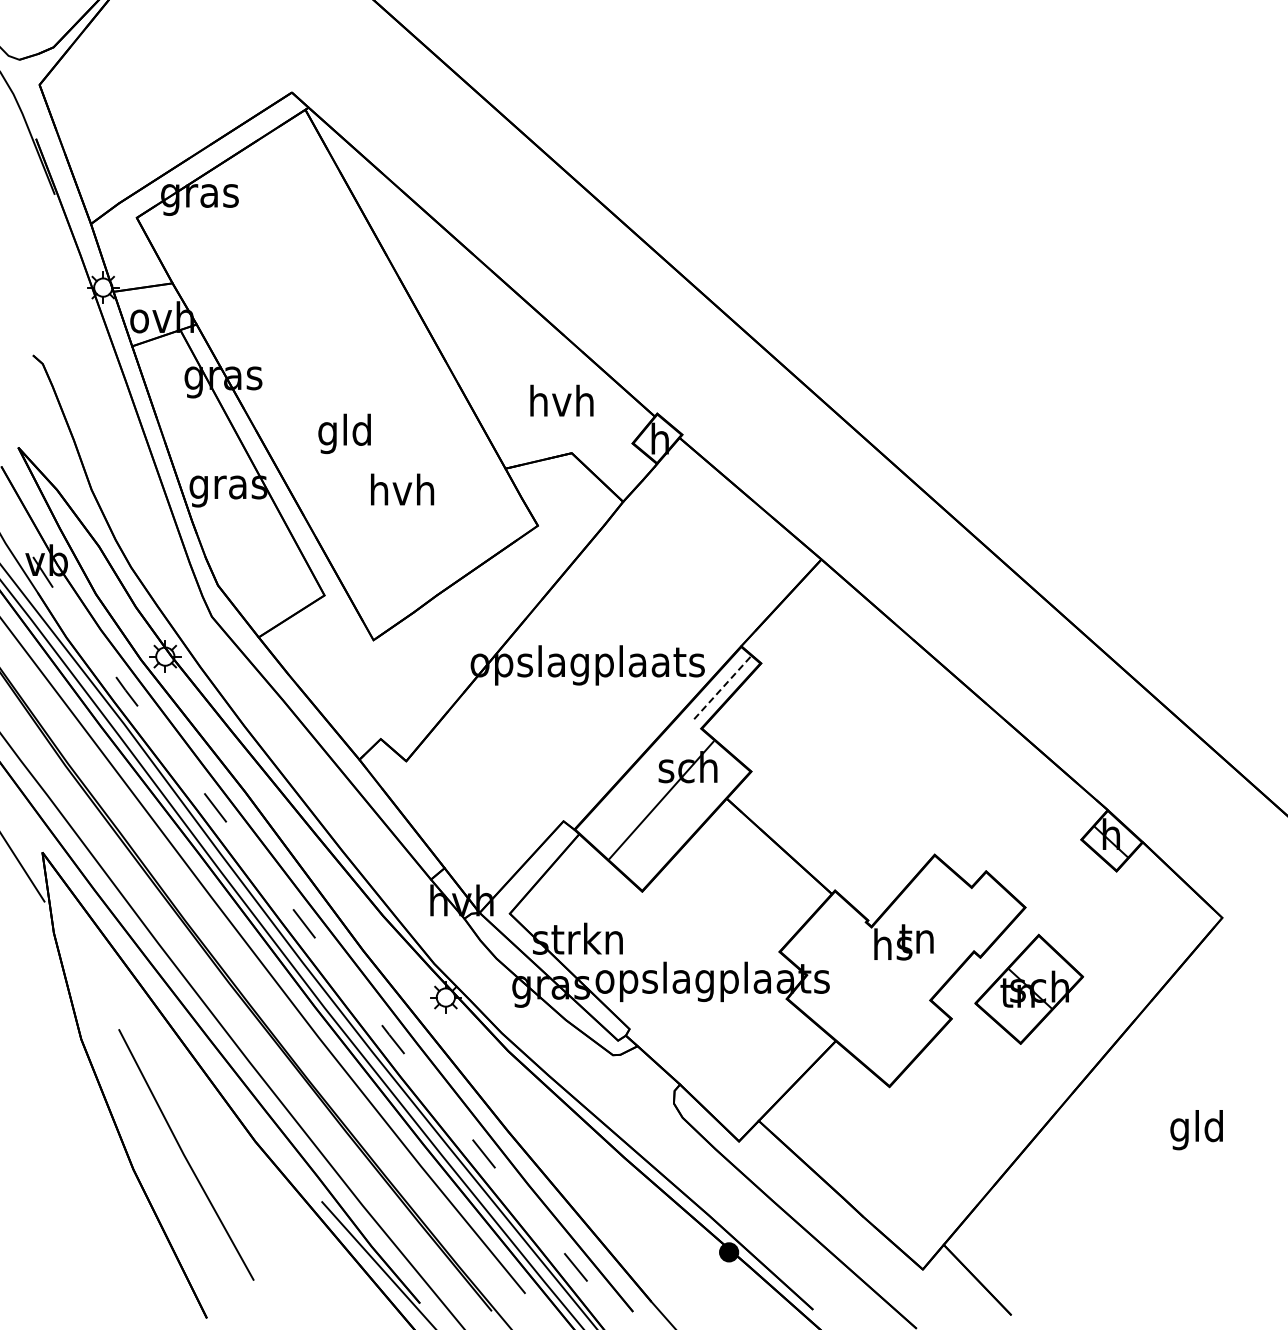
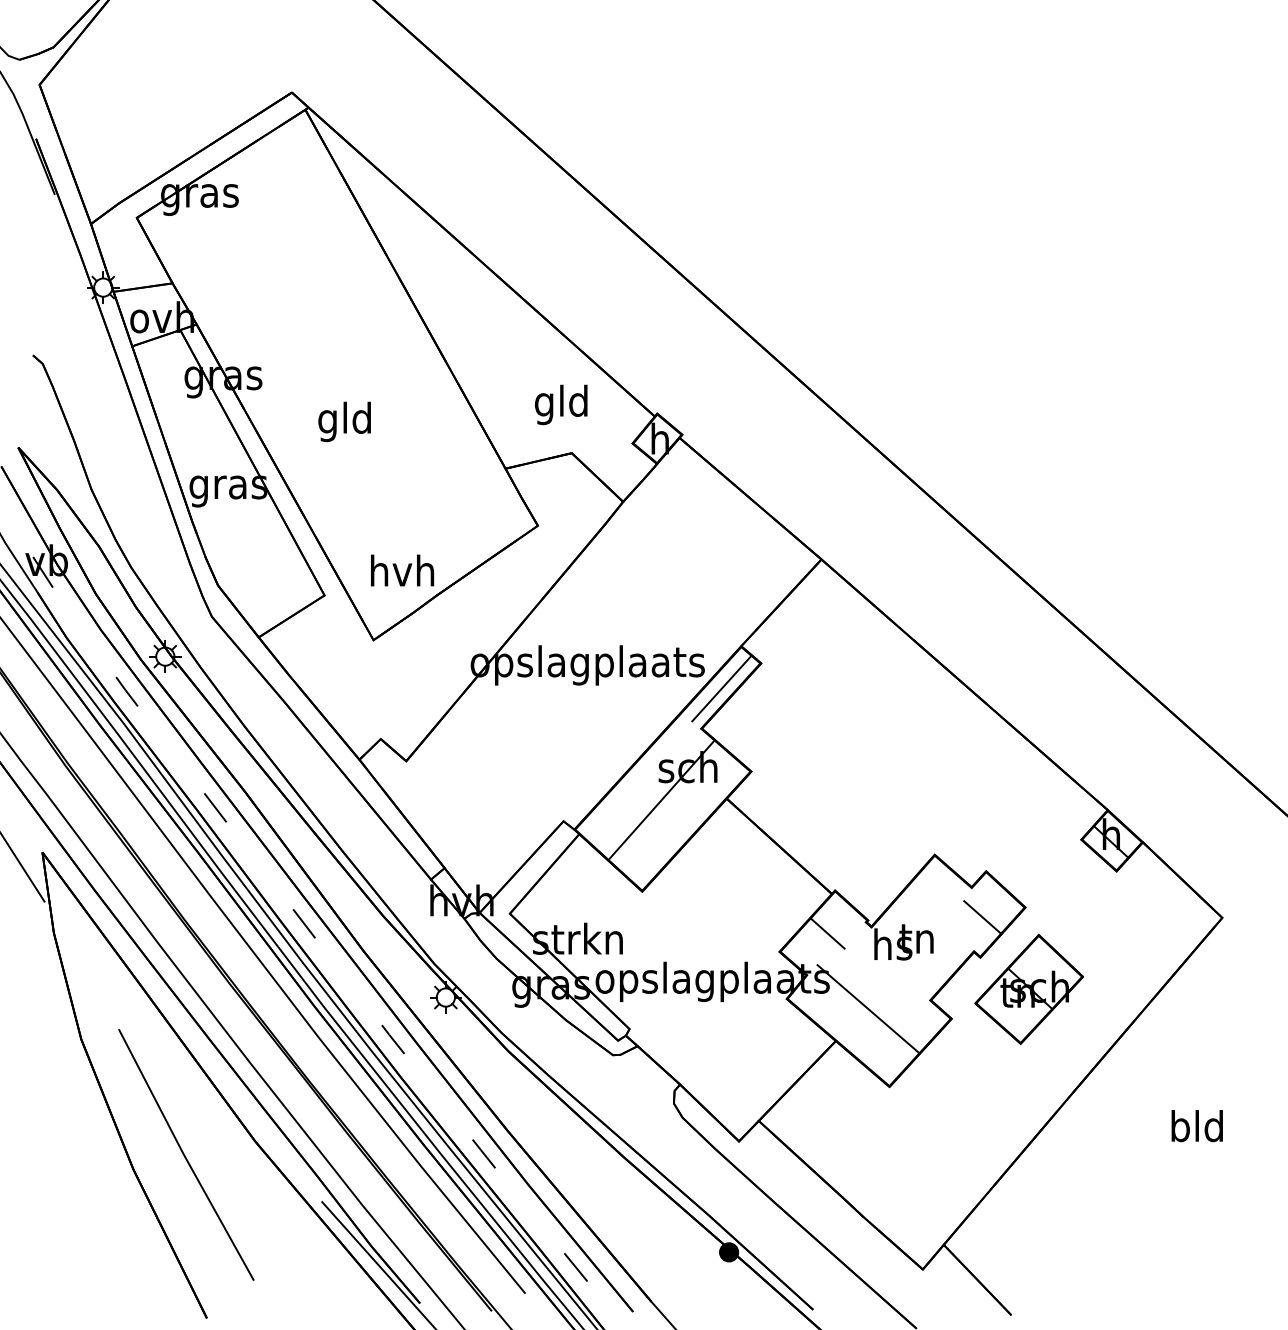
text at (561, 404): hvh -> gld
text at (344, 433) position: (344, 433) -> (344, 421)
text at (402, 489) position: (402, 489) -> (402, 570)
line at (721, 689): dashed -> solid
line at (982, 917): none -> present
line at (827, 933): none -> present
line at (867, 1008): none -> present
text at (1179, 1130): gld -> bld
